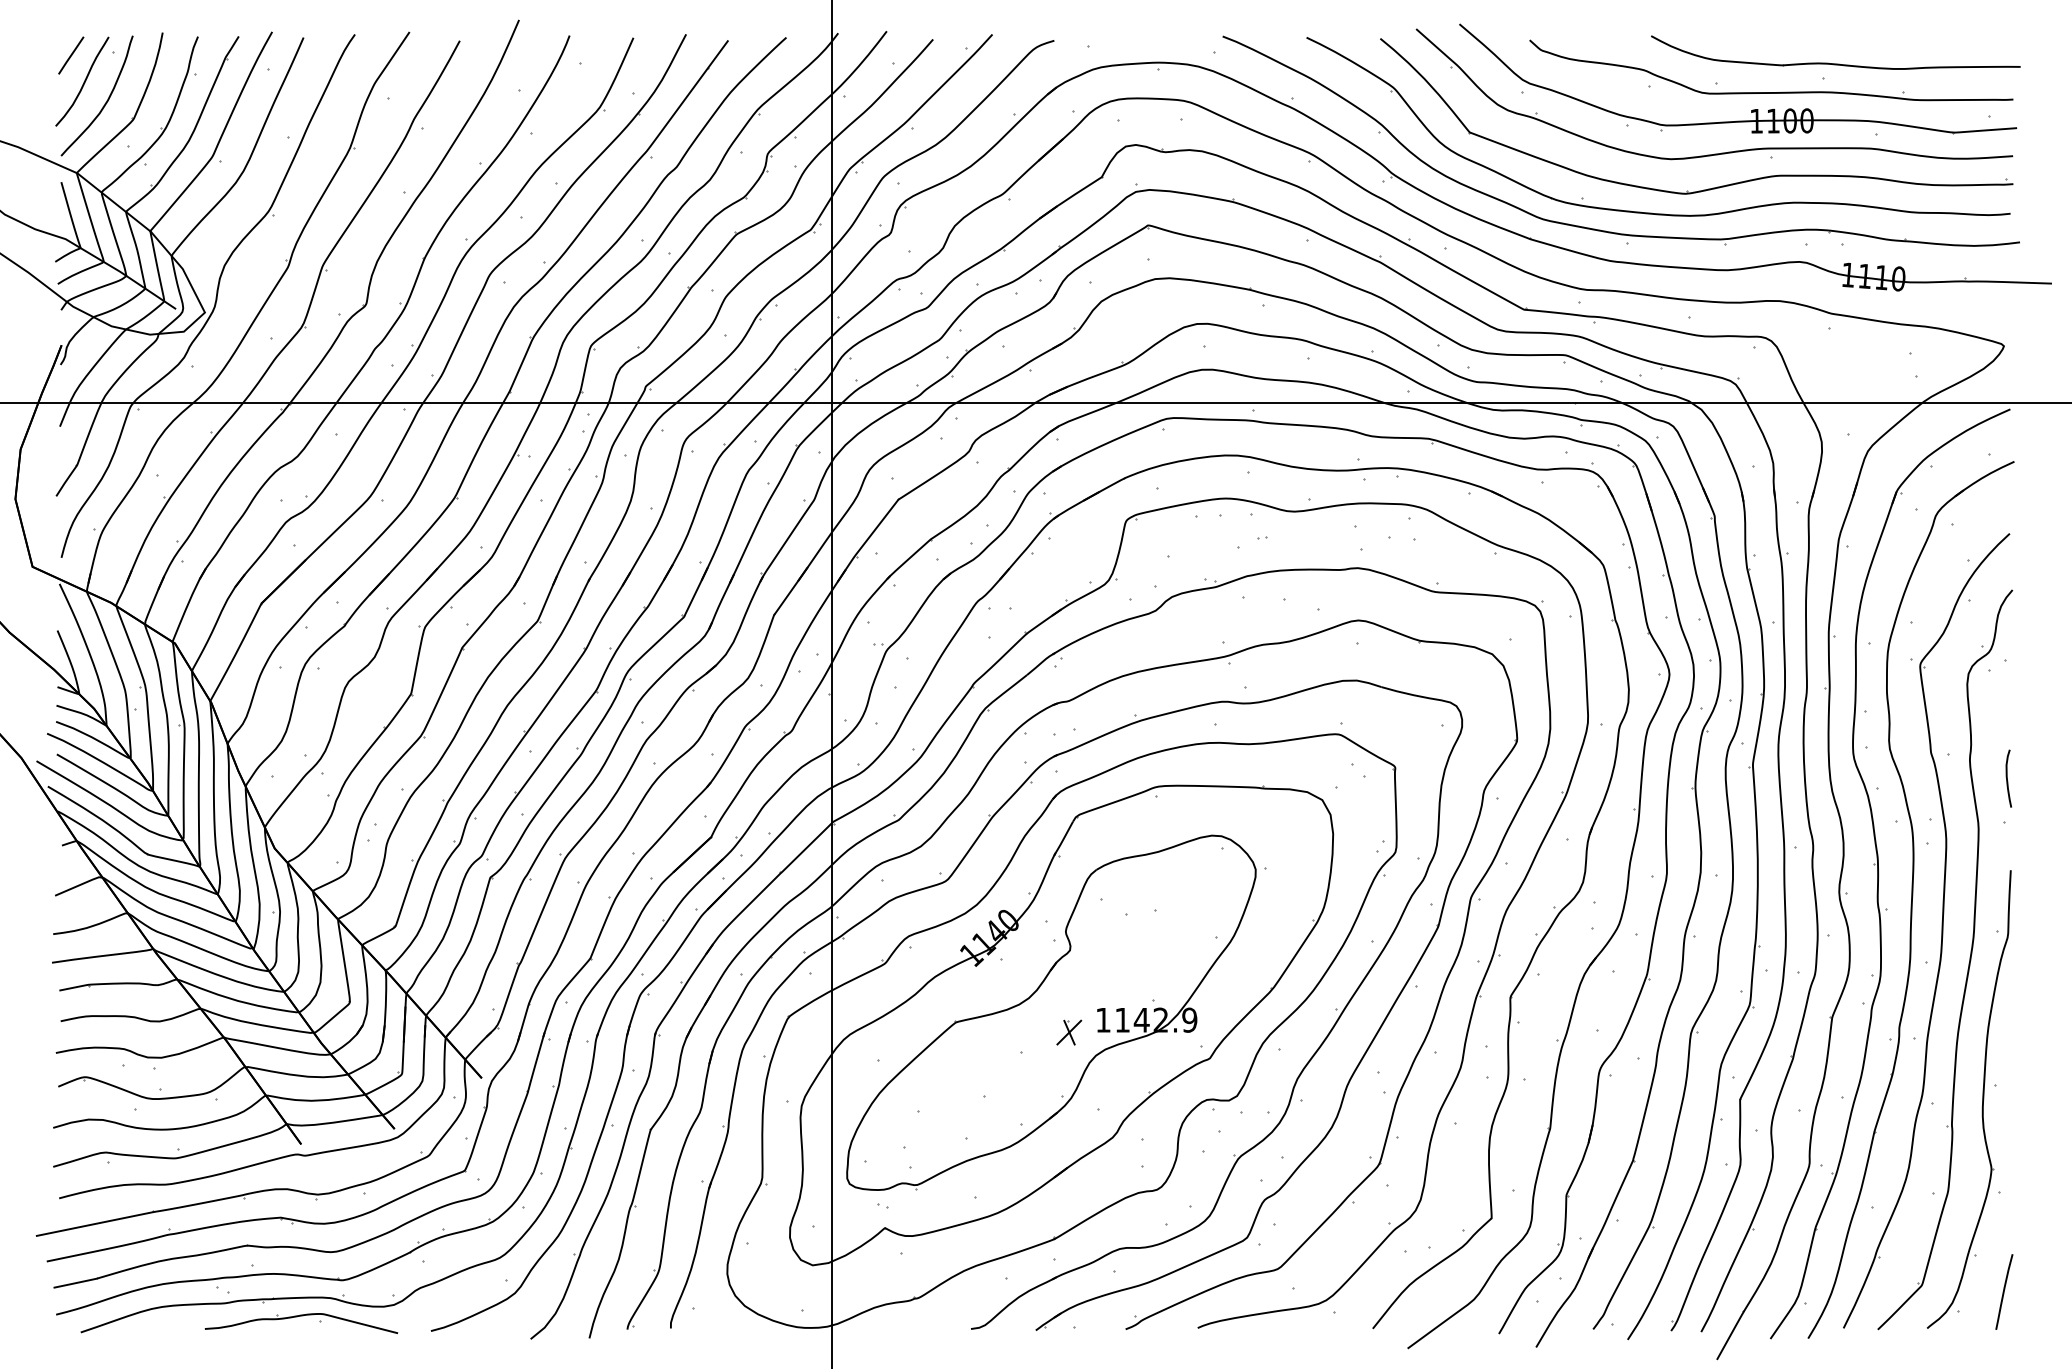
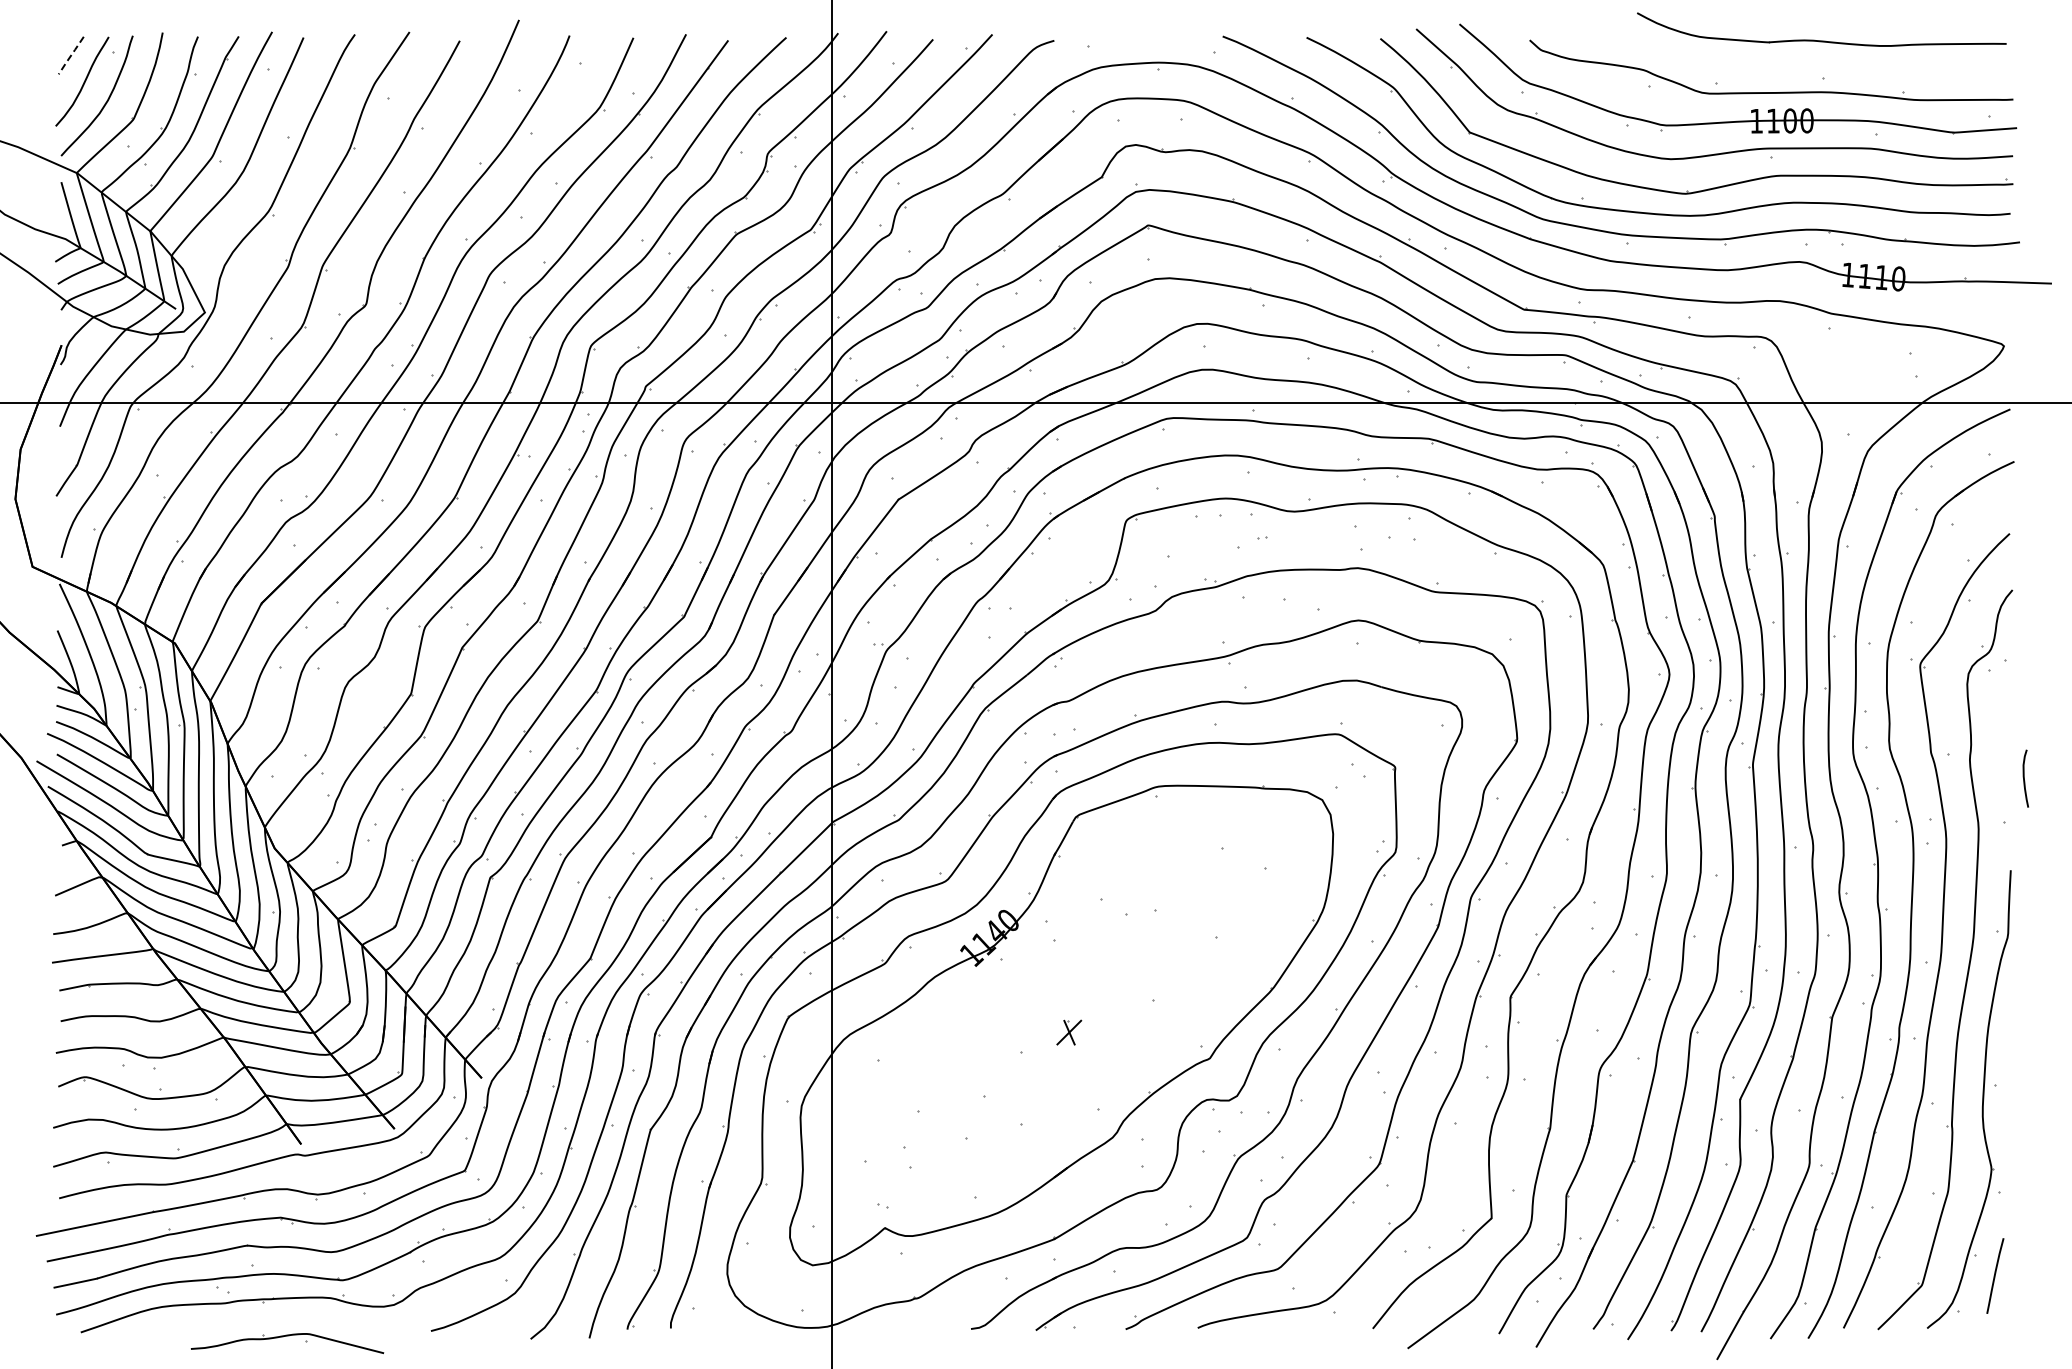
line at (70, 56): solid -> dashed
part at (1835, 63) position: (1835, 63) -> (1821, 40)
curve at (2007, 778) position: (2007, 778) -> (2024, 778)
part at (1051, 1012): present -> none
line at (2004, 1291) position: (2004, 1291) -> (1995, 1275)
part at (301, 1316) position: (301, 1316) -> (287, 1336)
